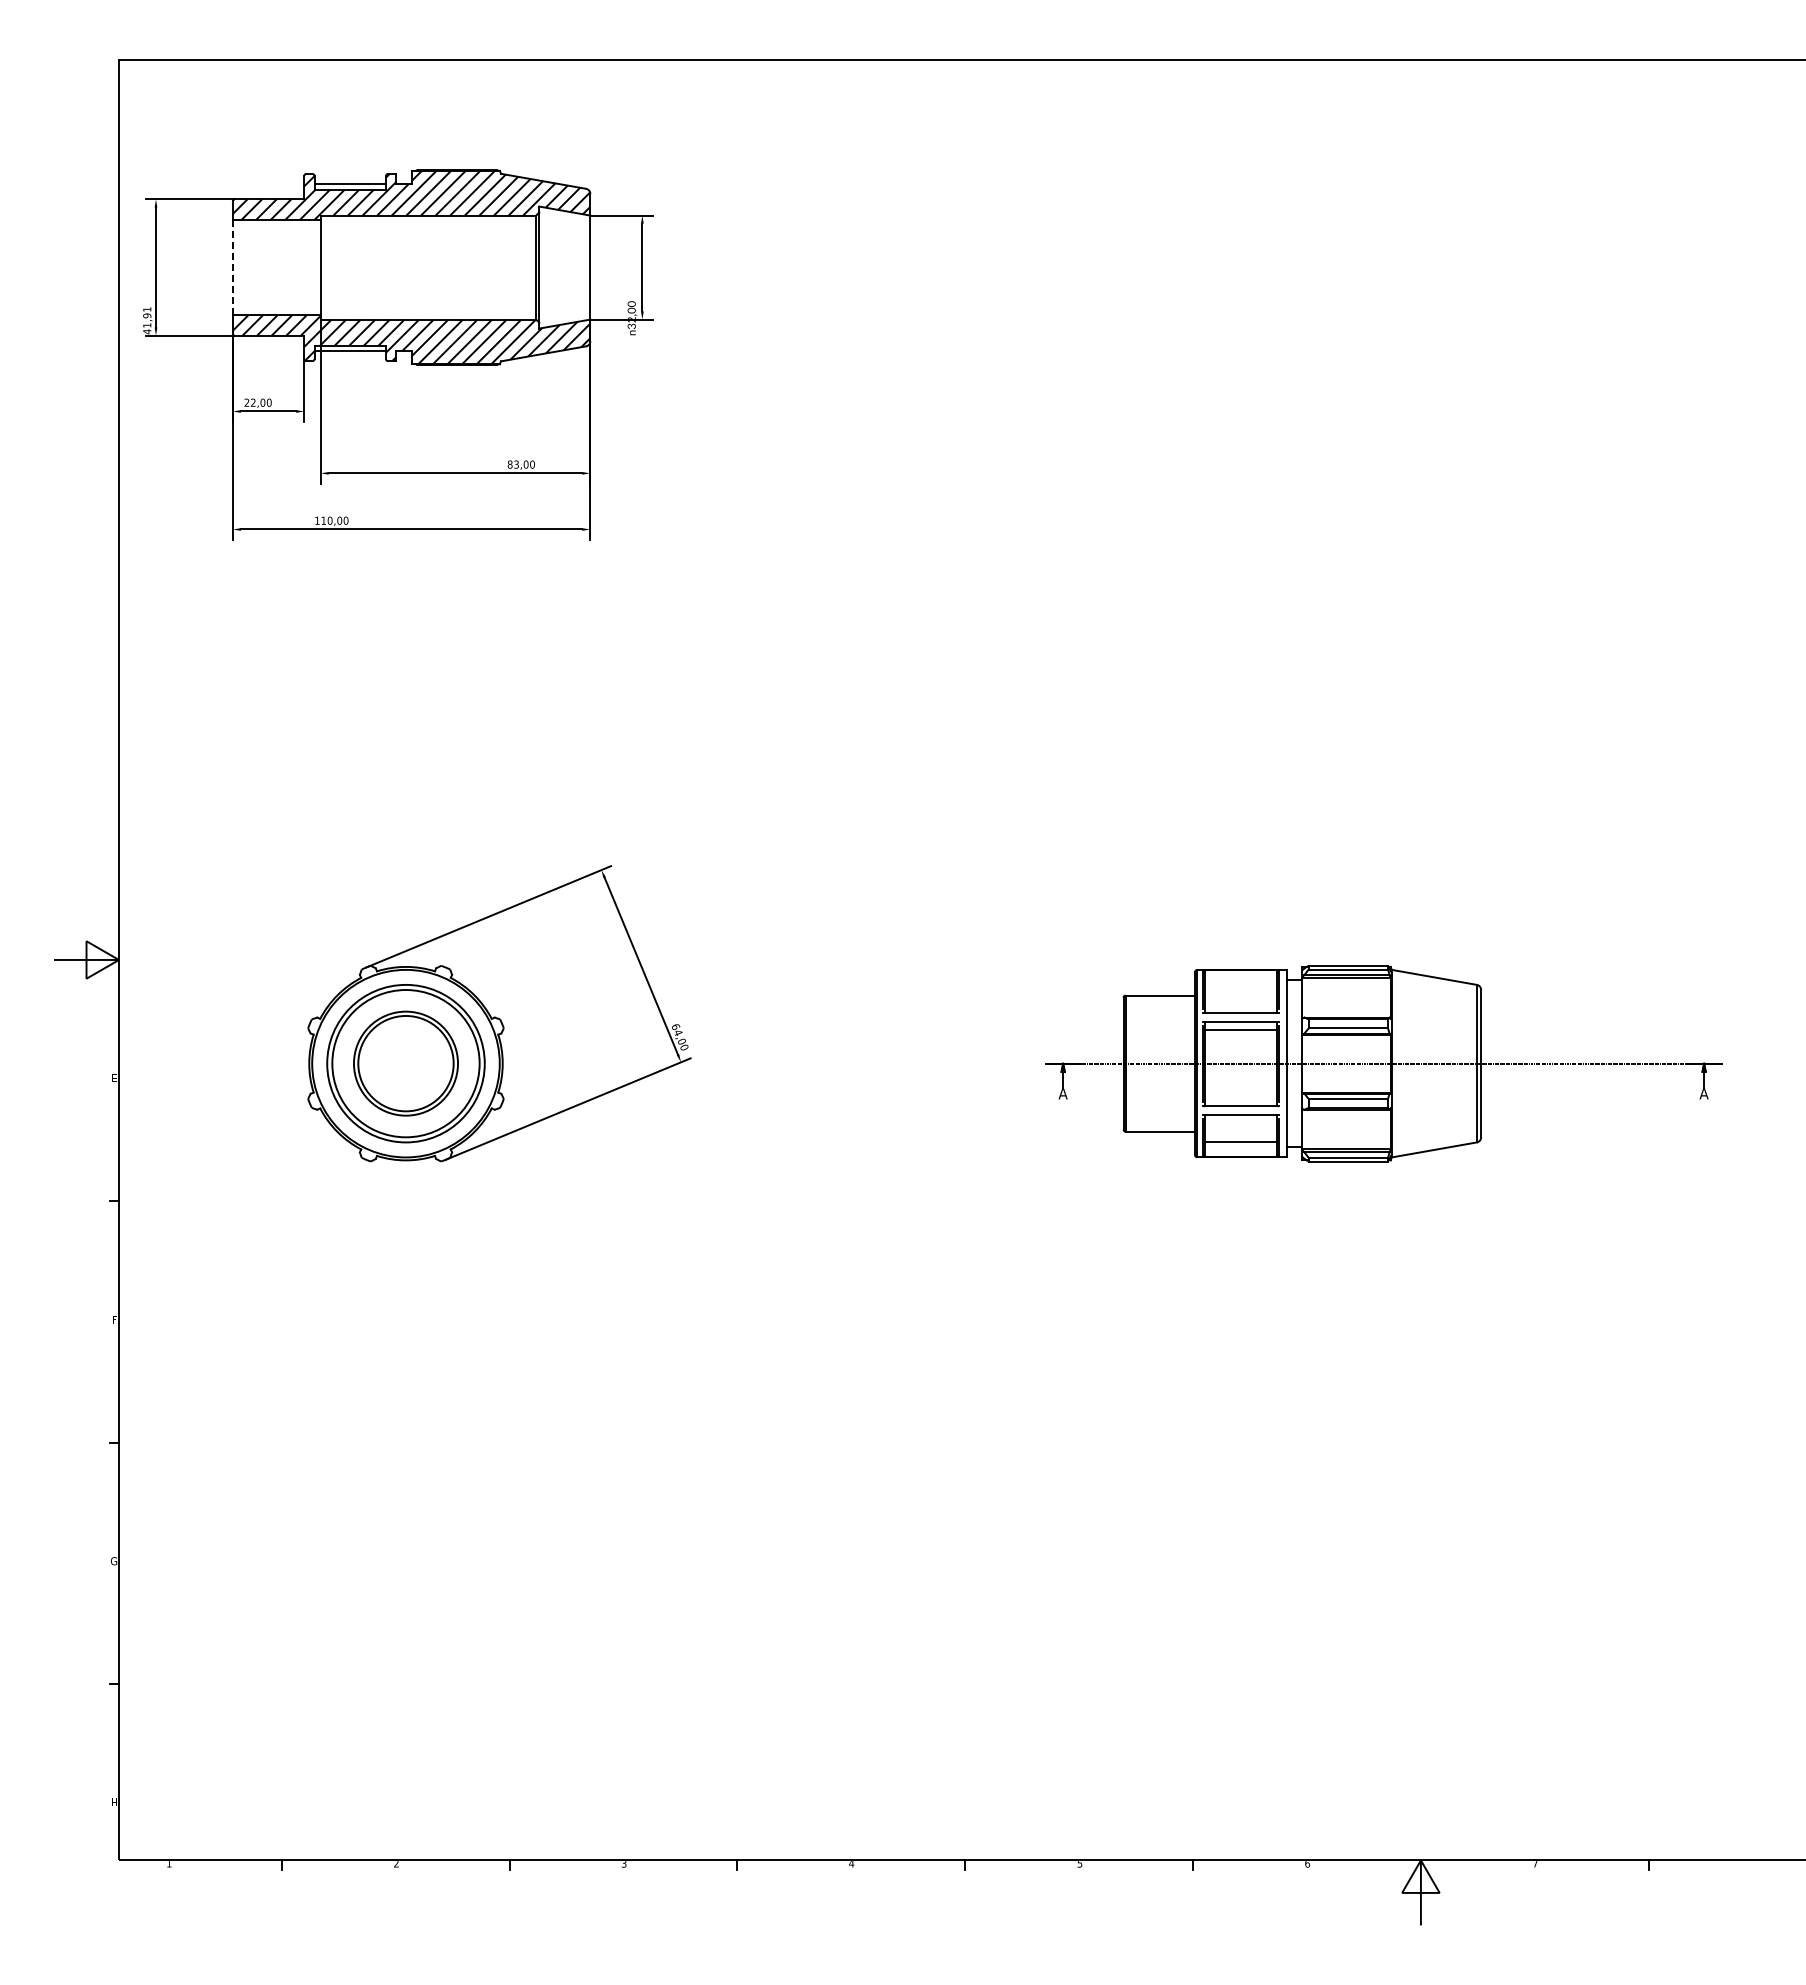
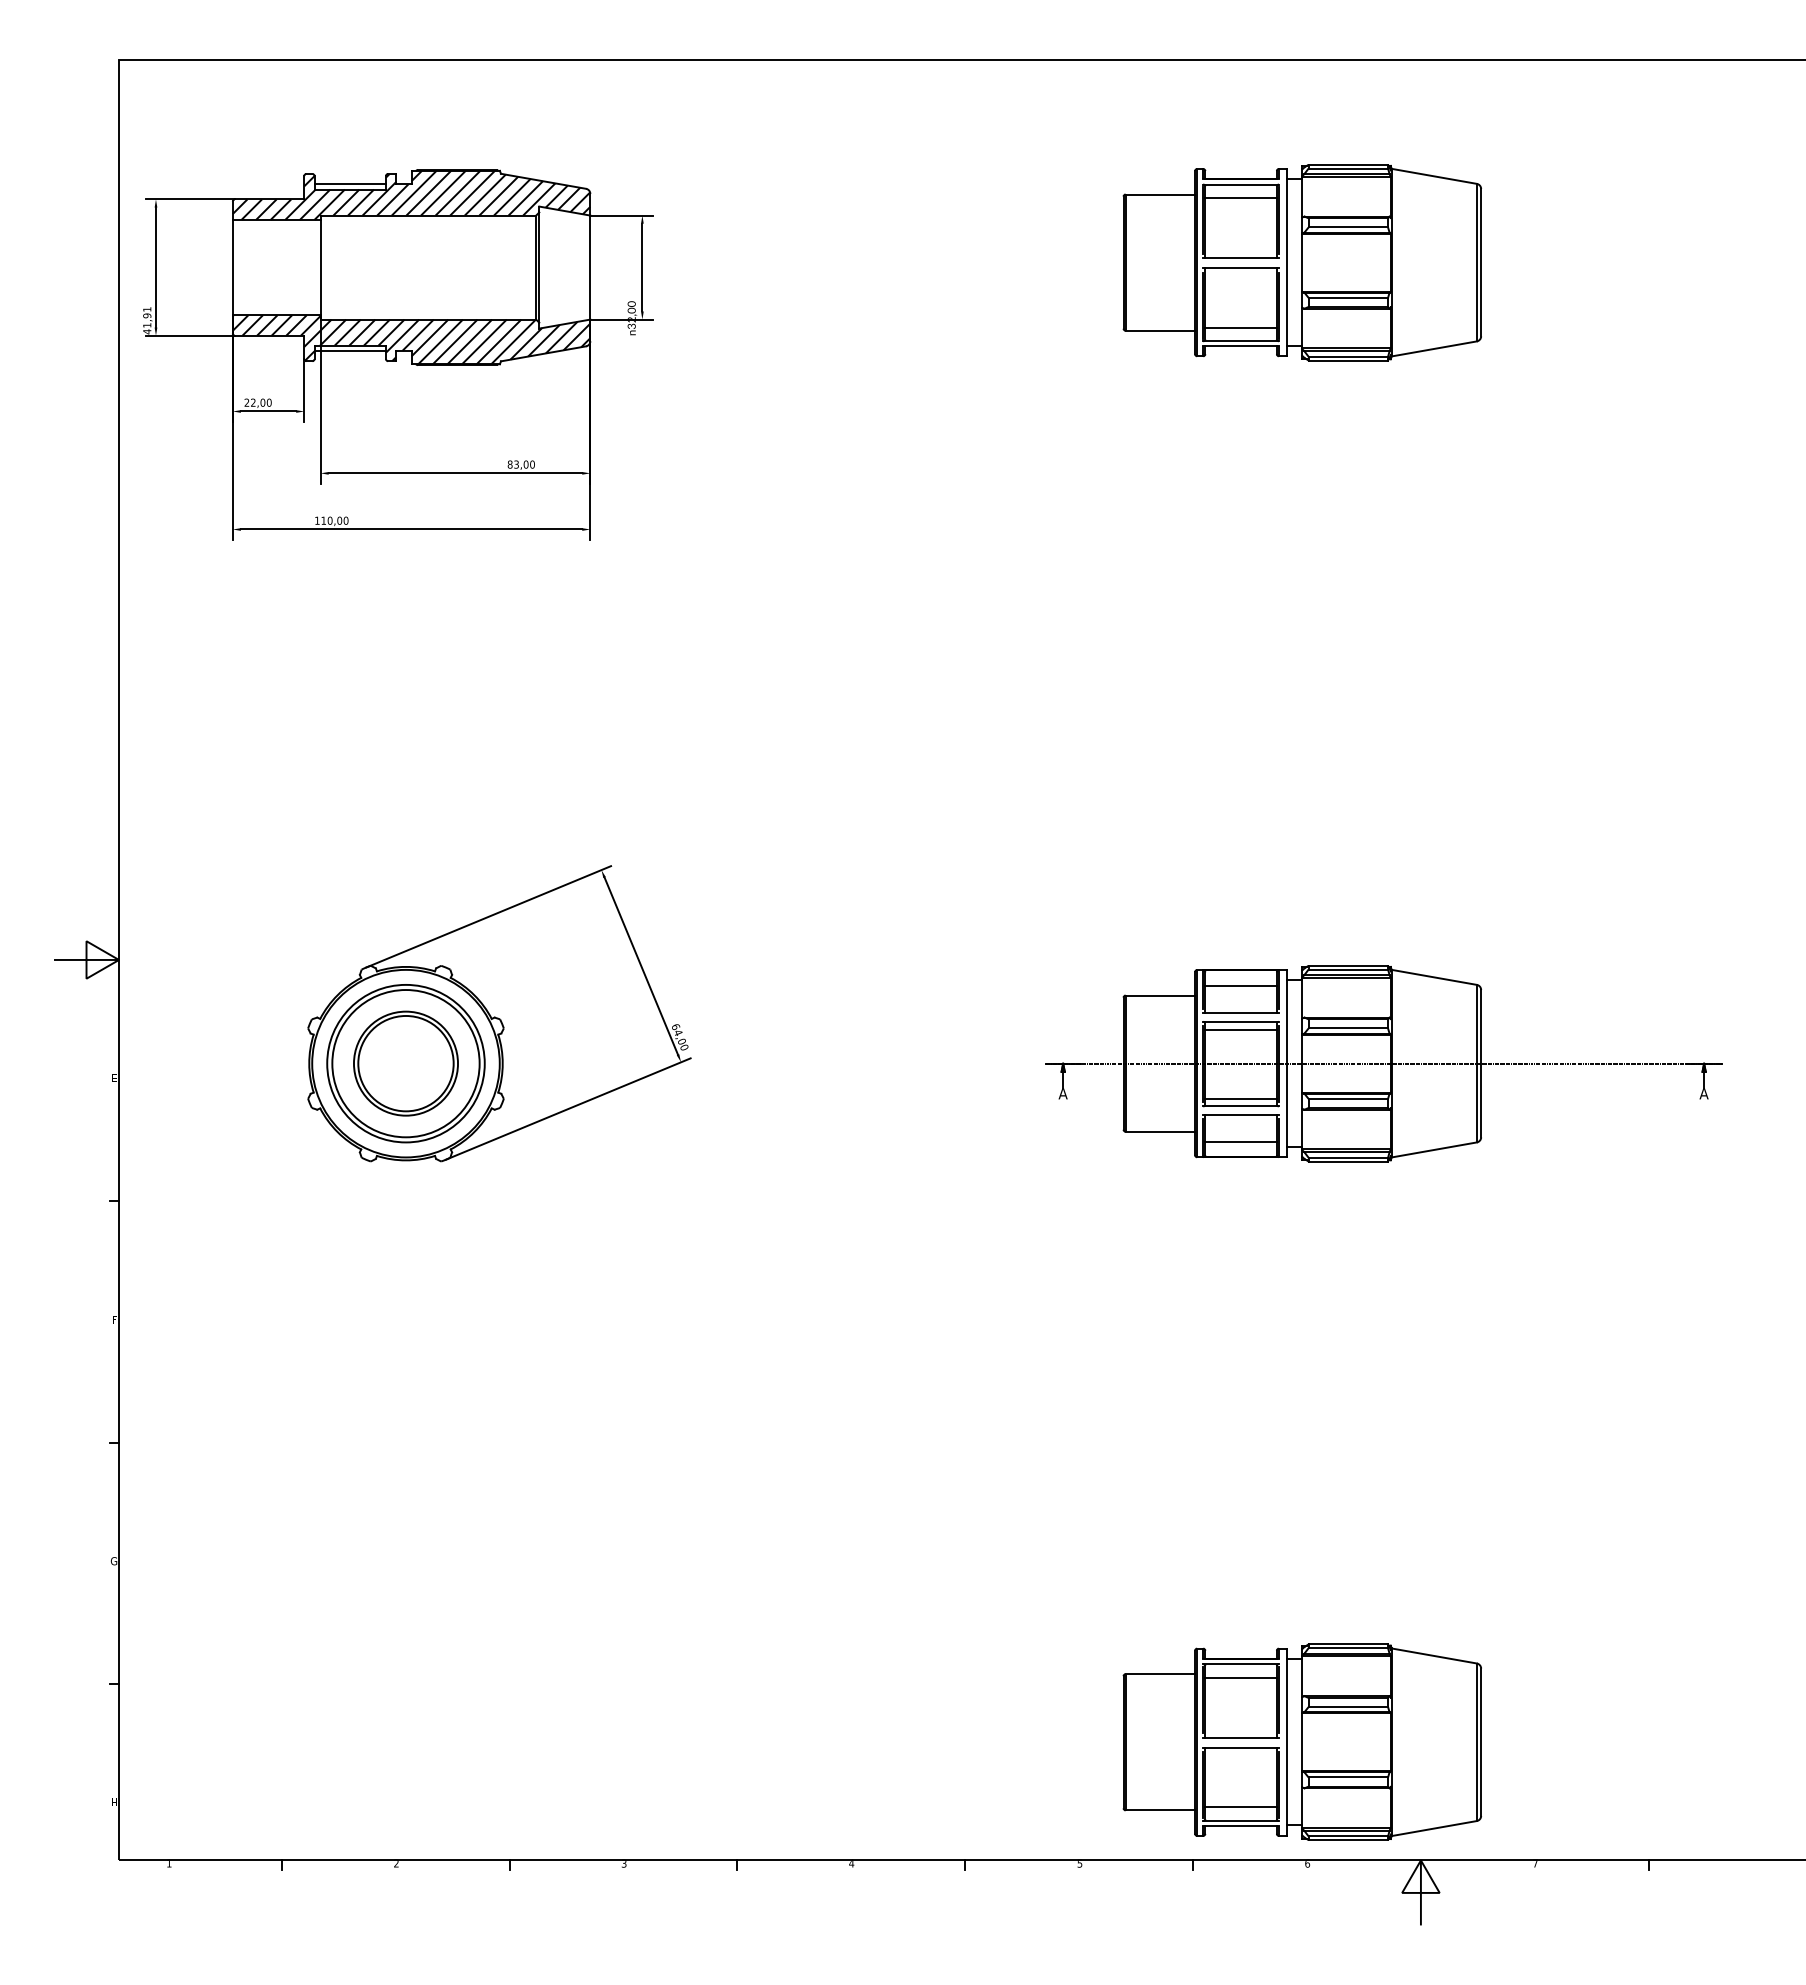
part at (1301, 262): none -> present
line at (232, 267): dashed -> solid
line at (1240, 985): none -> present
line at (1240, 1098): none -> present
part at (1301, 1741): none -> present
